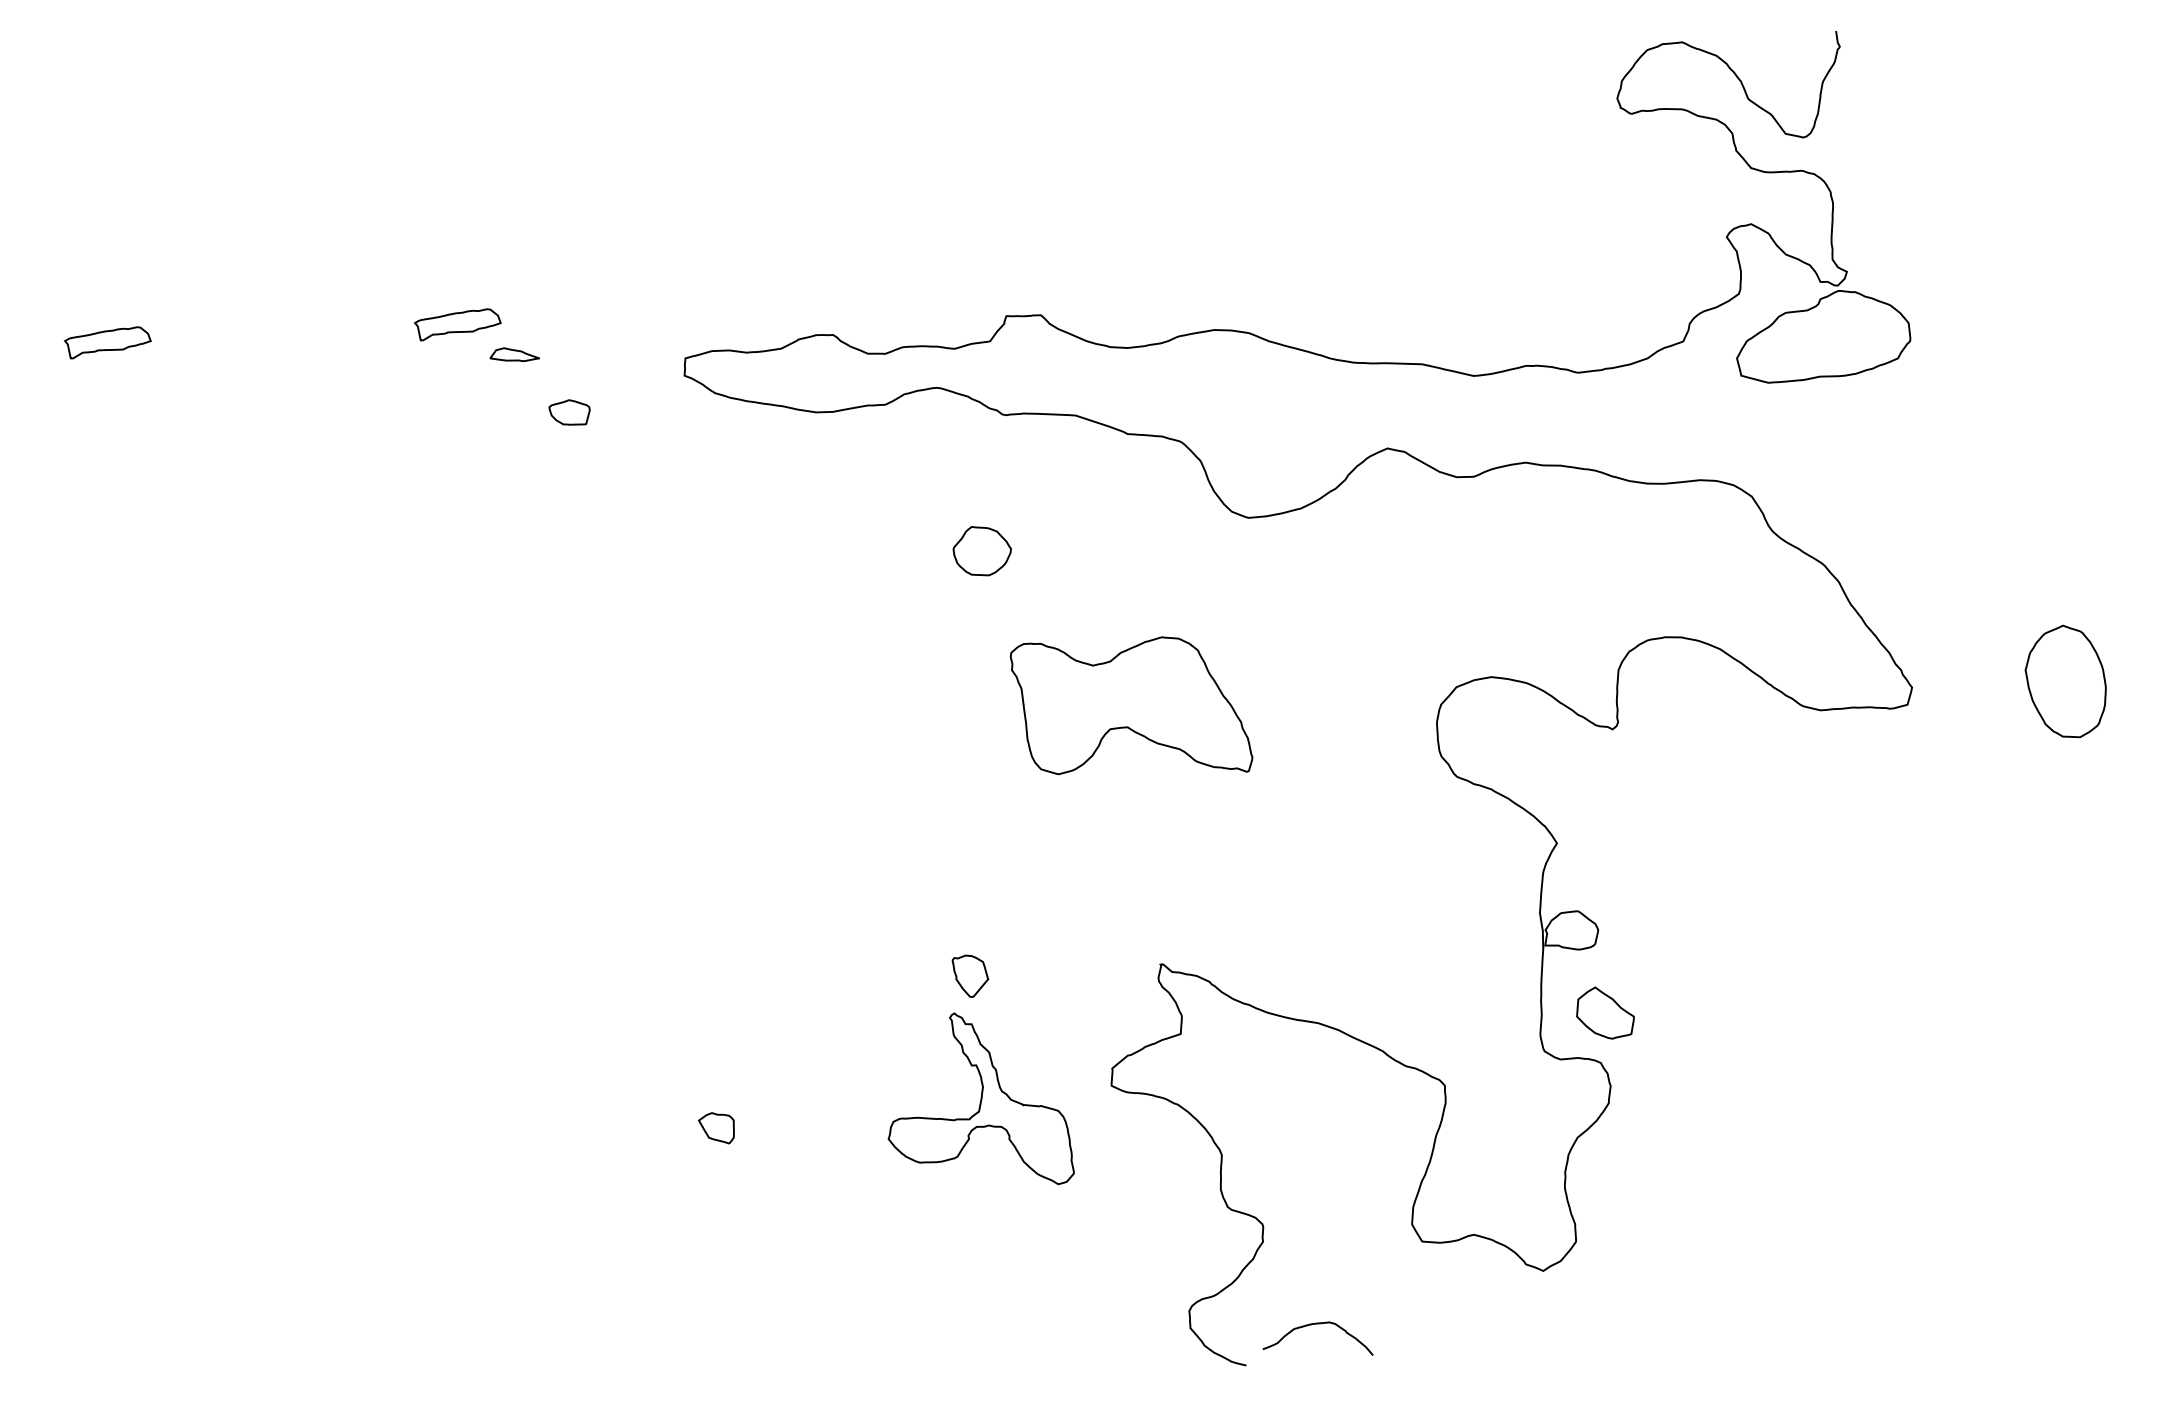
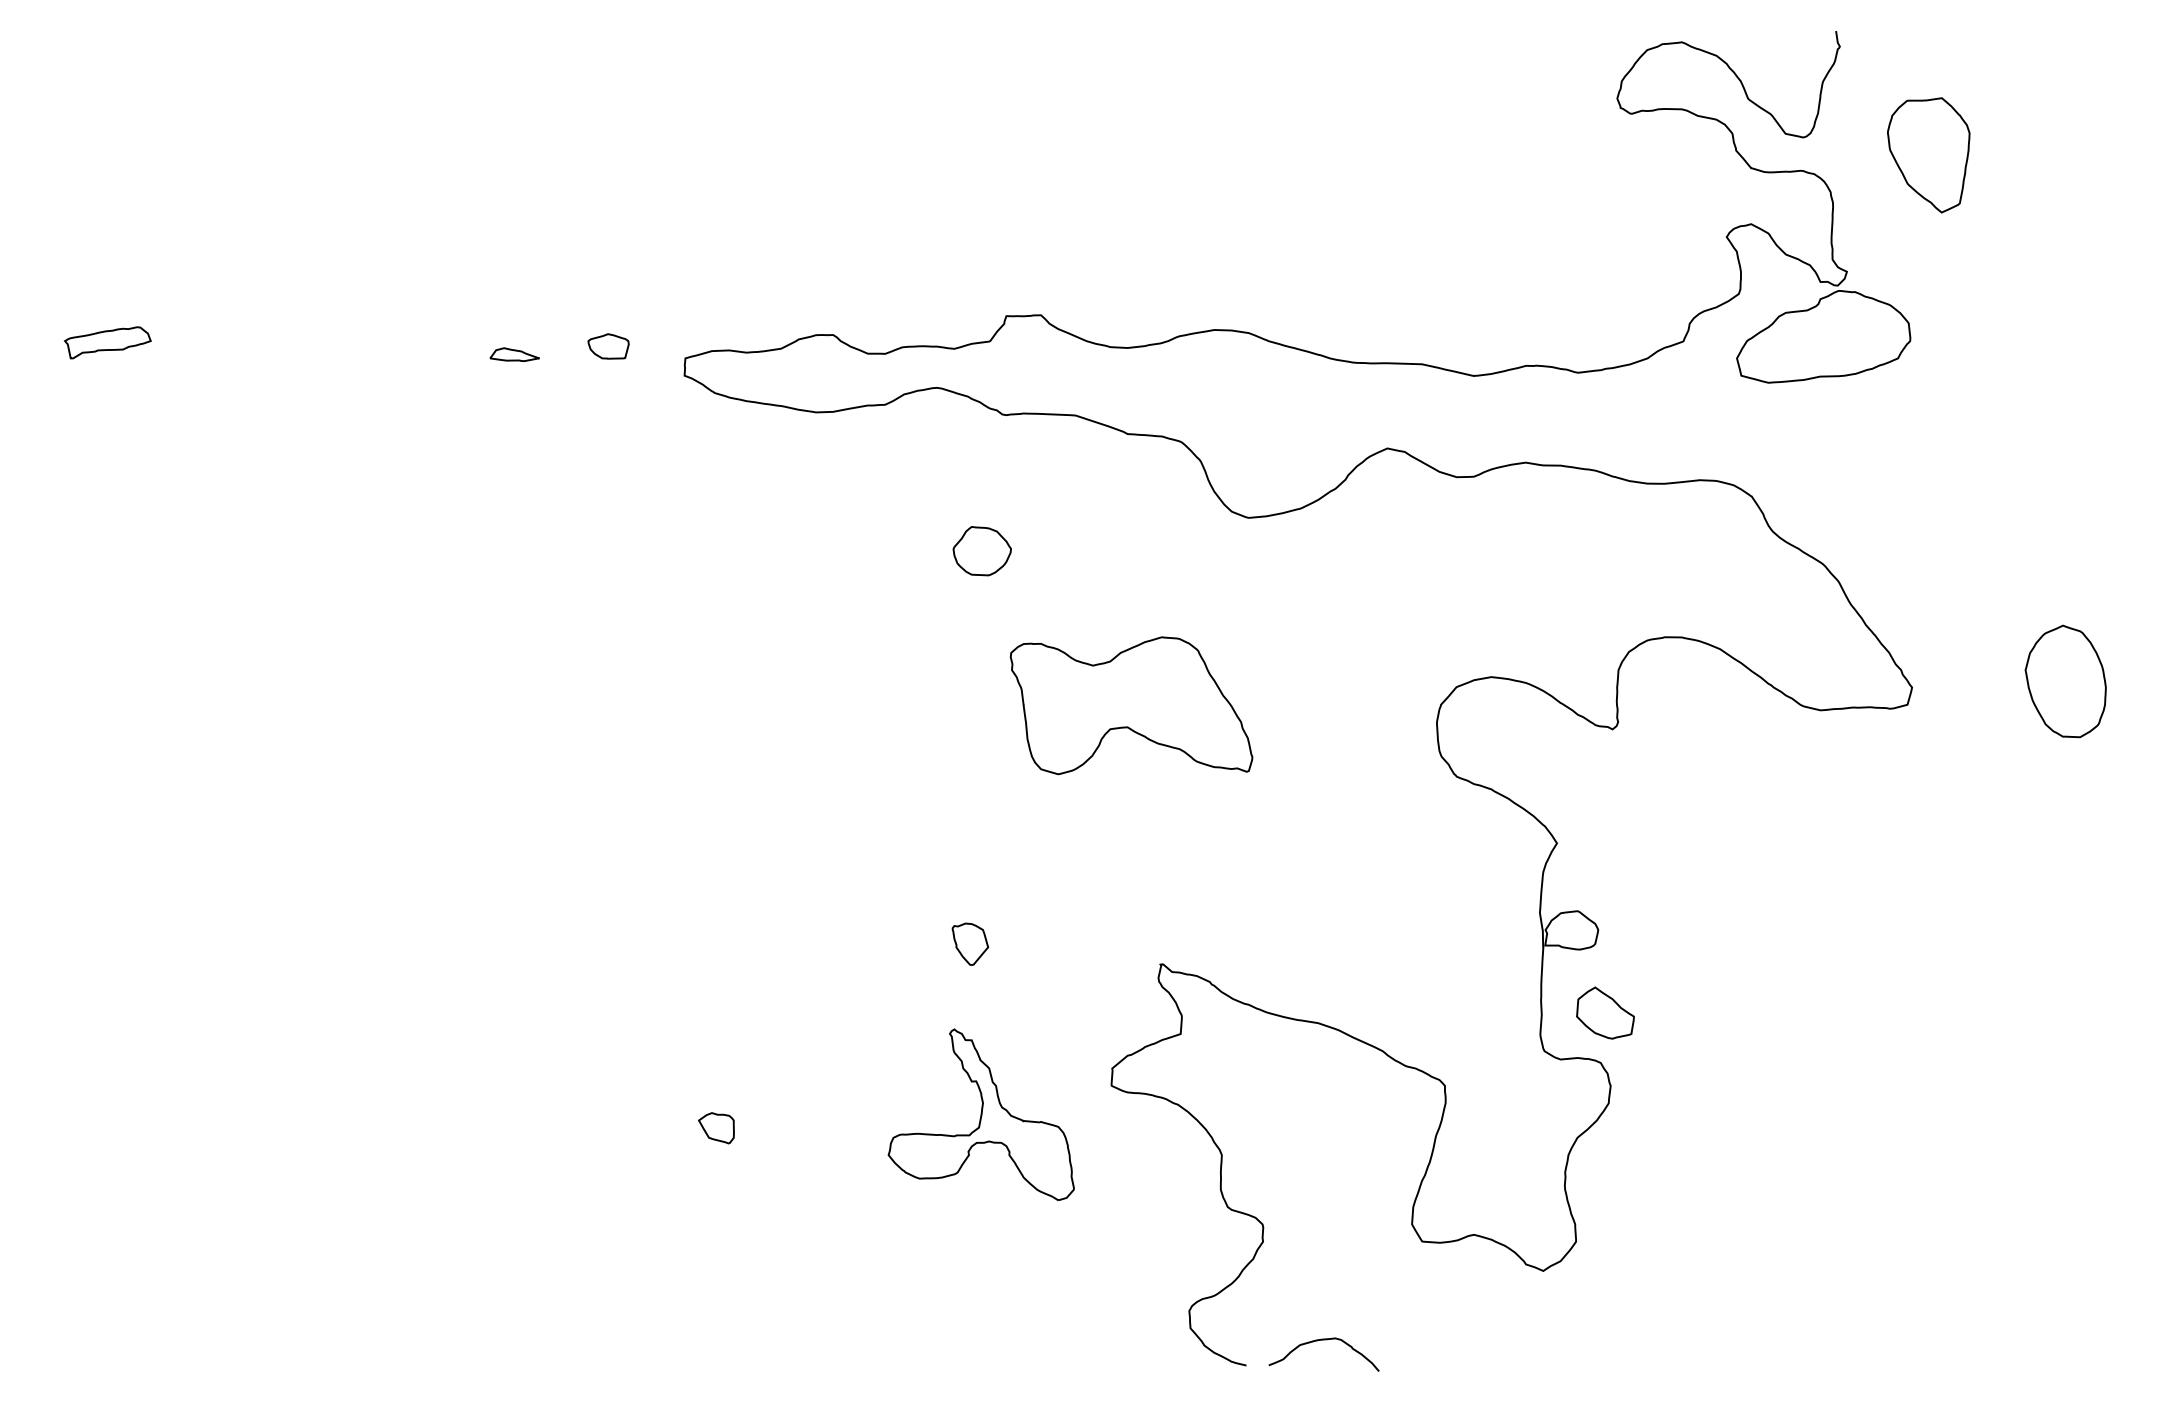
part at (1928, 155): none -> present
part at (457, 324): present -> none
part at (569, 412) position: (569, 412) -> (608, 346)
part at (970, 975) position: (970, 975) -> (970, 943)
part at (980, 1098) position: (980, 1098) -> (980, 1114)
curve at (1317, 1324) position: (1317, 1324) -> (1323, 1340)
